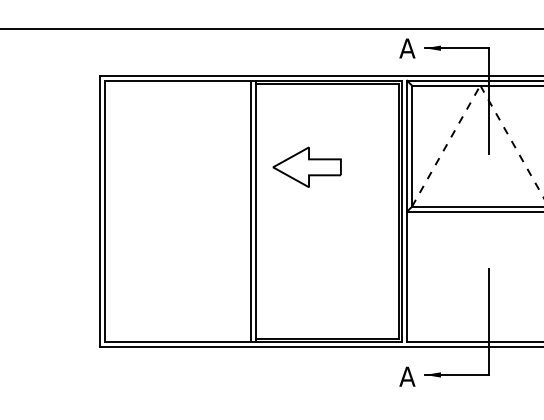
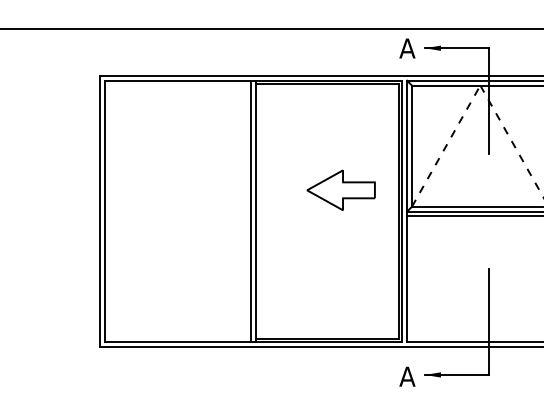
part at (306, 166) position: (306, 166) -> (340, 189)
line at (473, 216): none -> present
